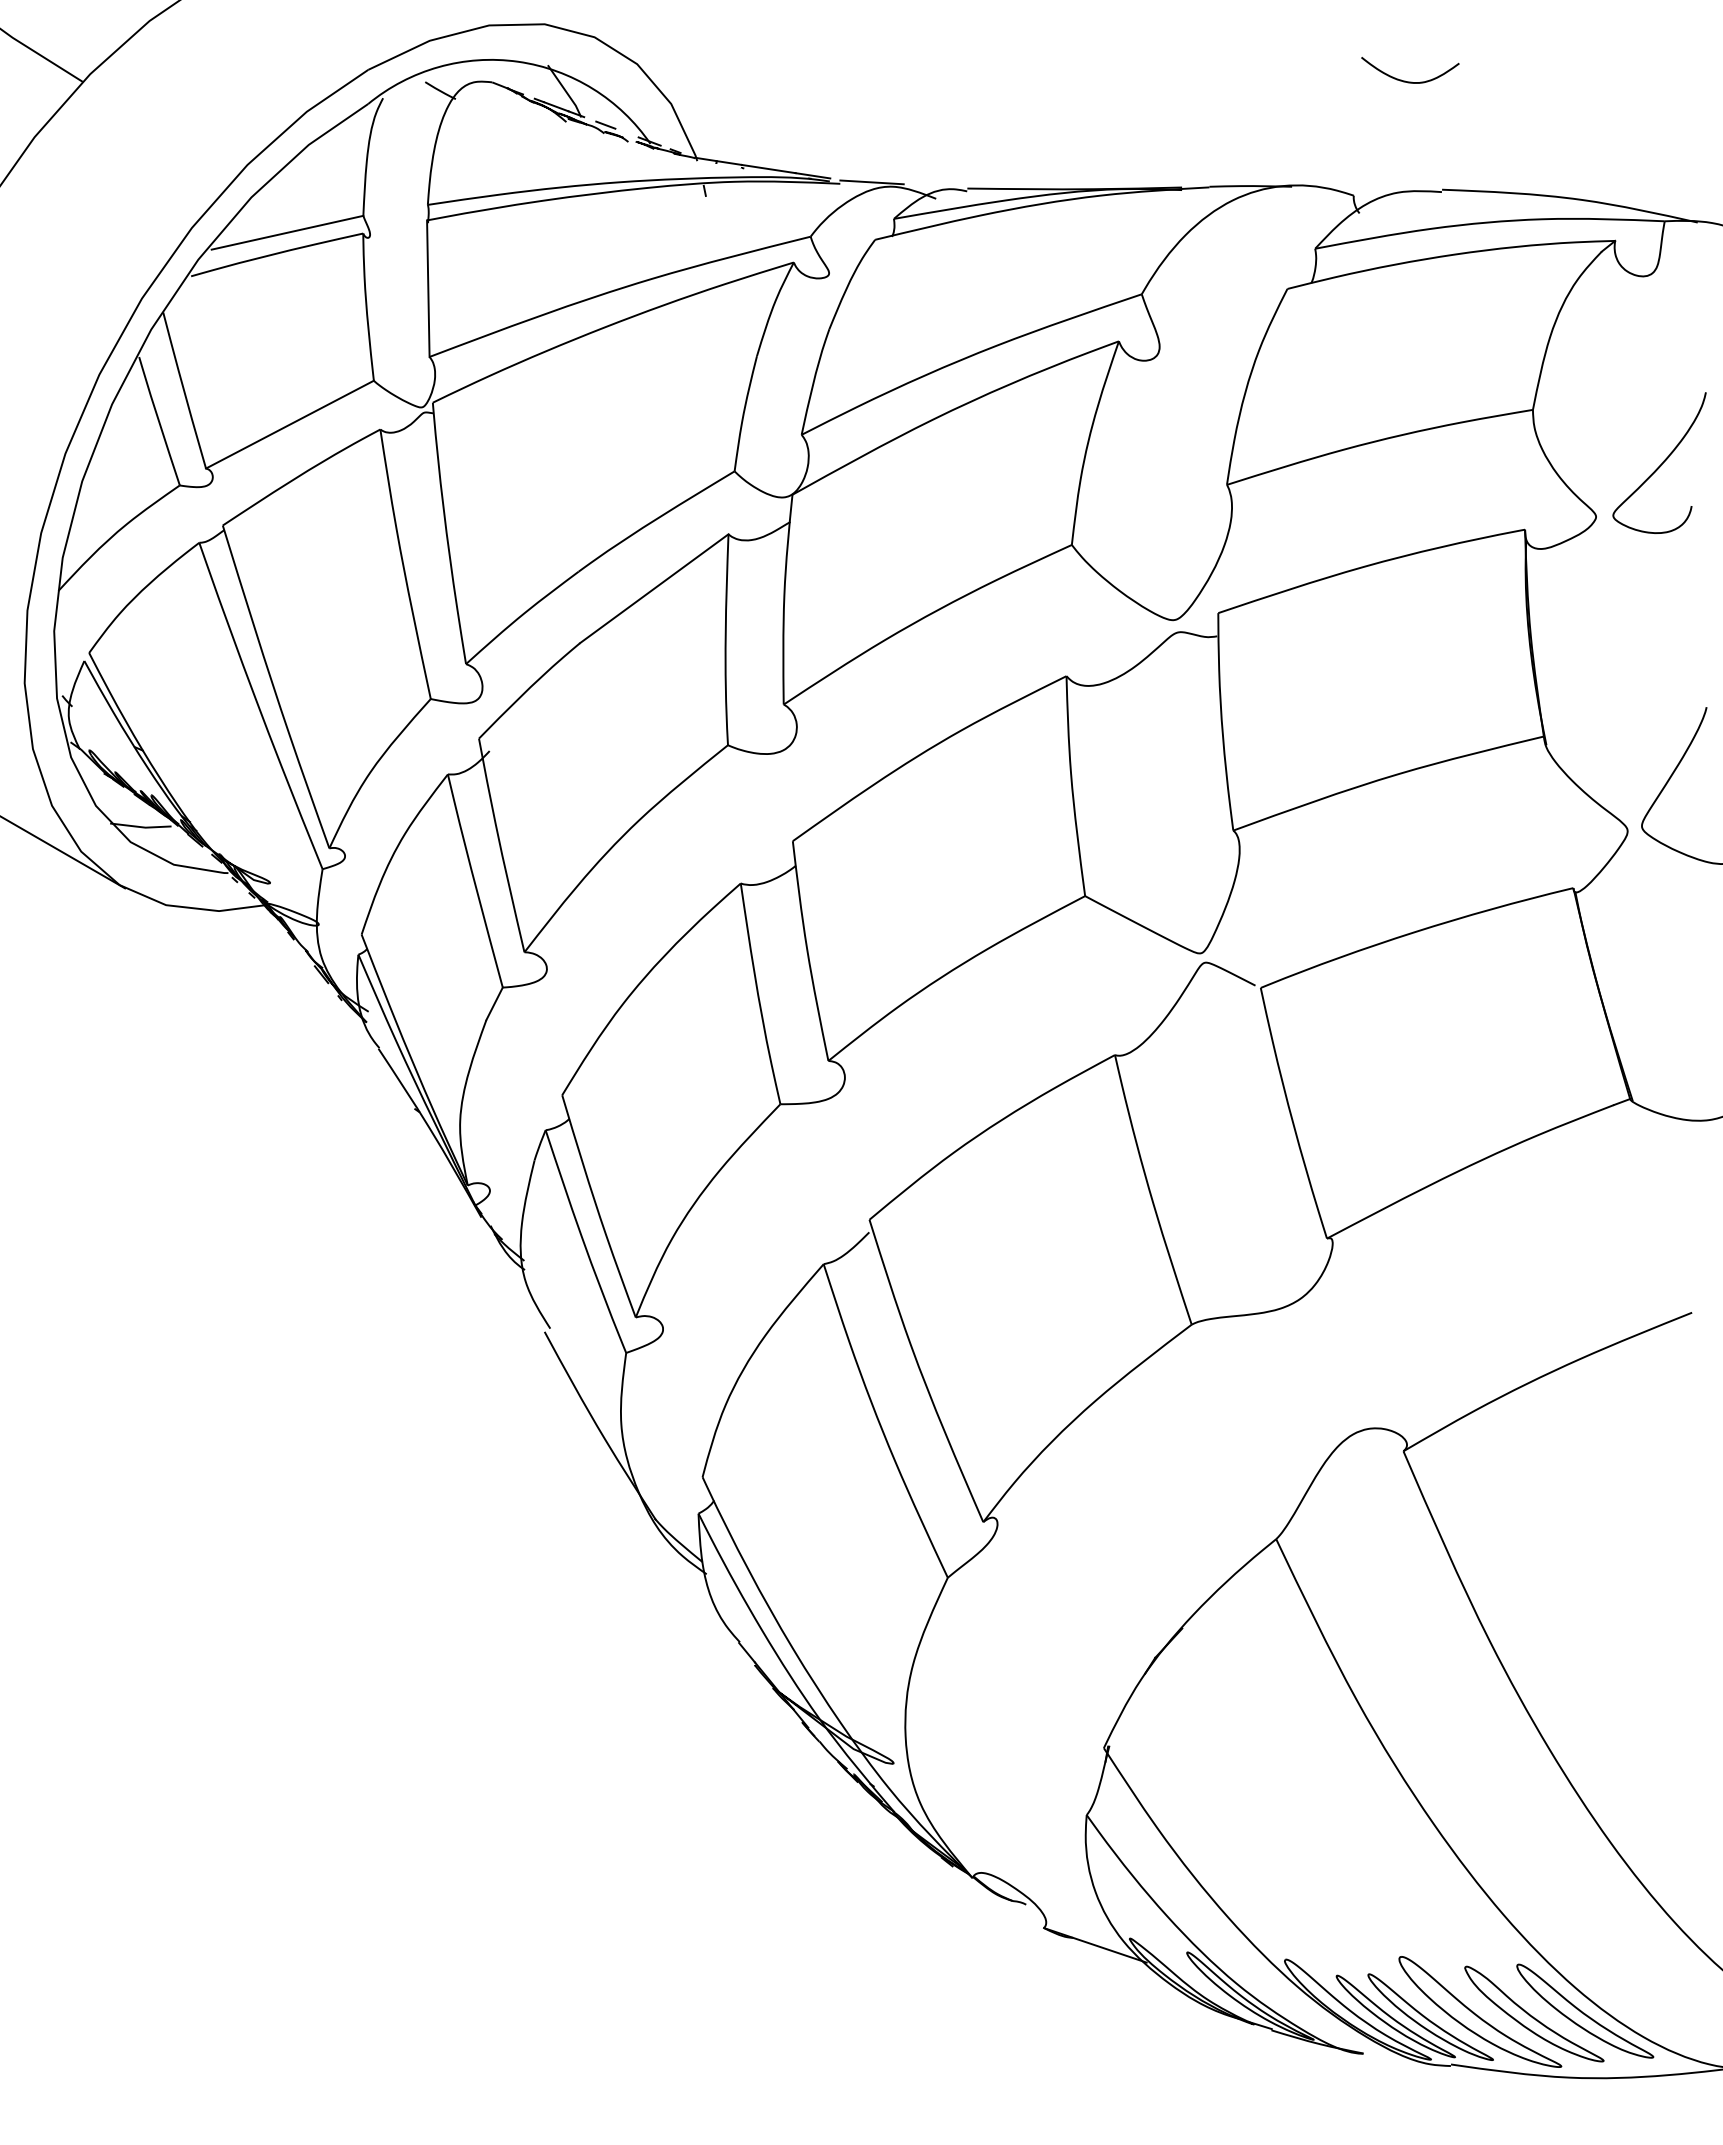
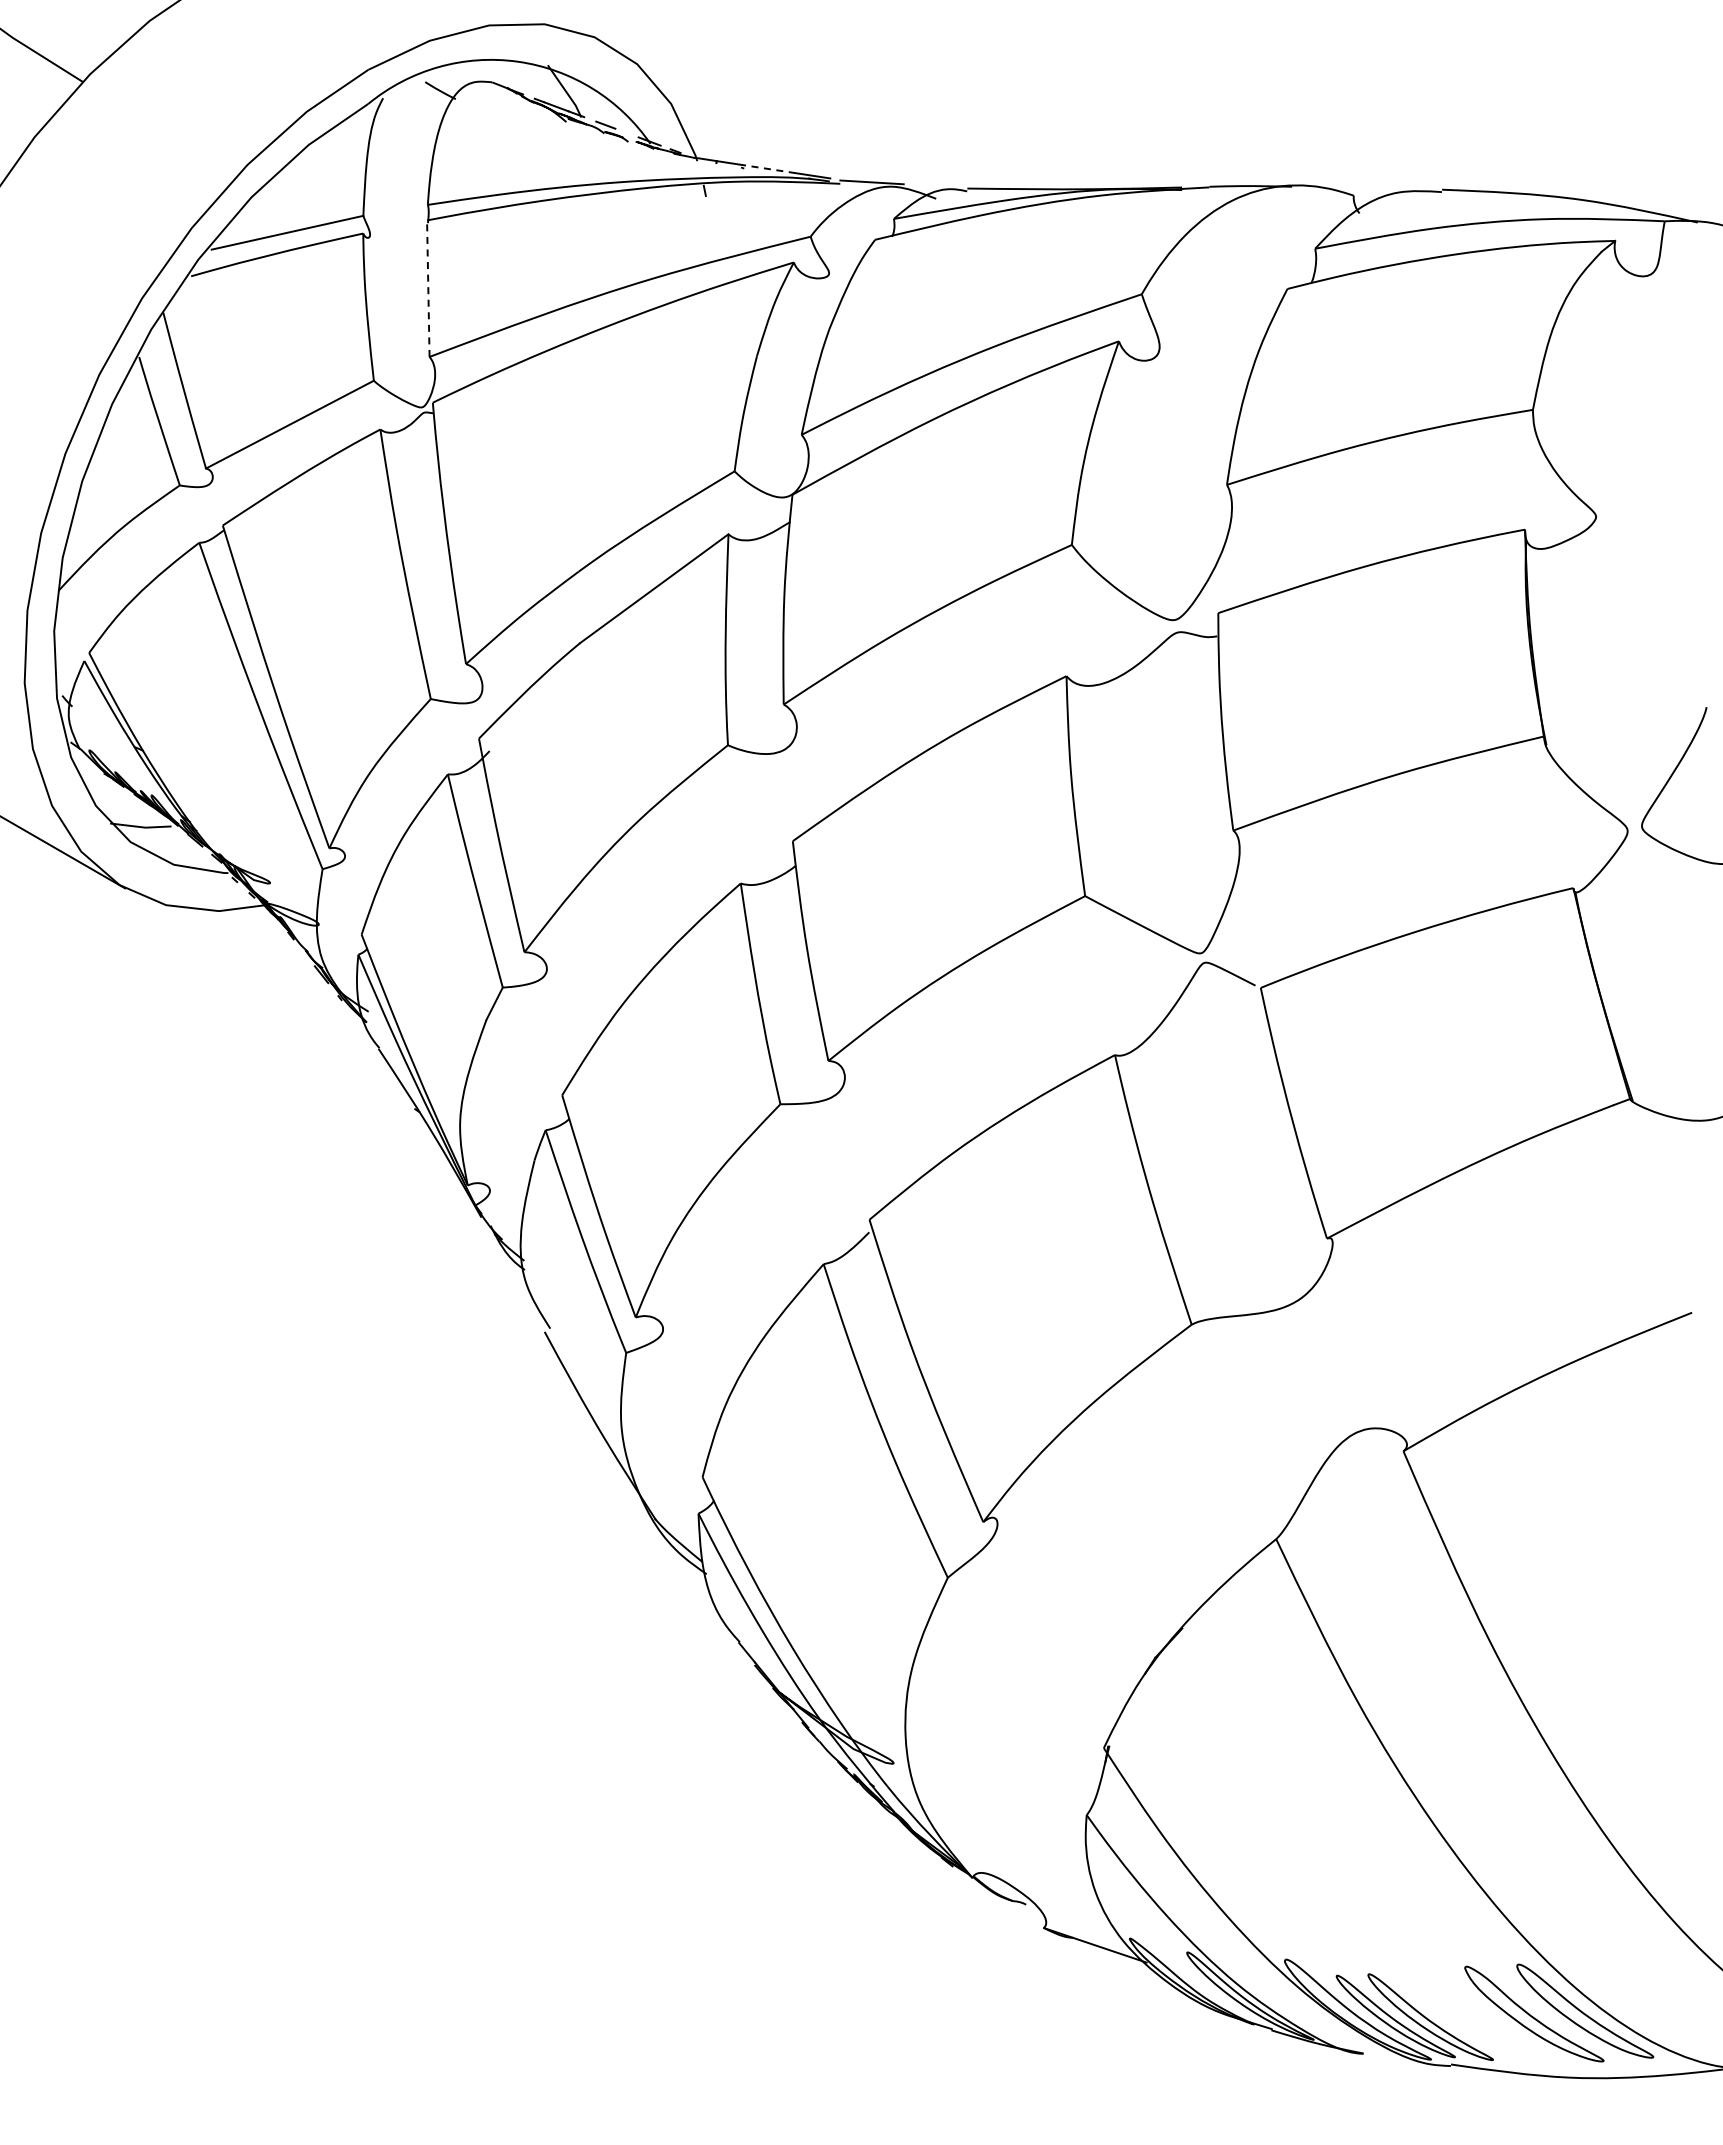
curve at (1410, 81): present -> none
line at (768, 168): solid -> dashed
line at (428, 288): solid -> dashed
curve at (1661, 463): present -> none
part at (1480, 2011): present -> none
